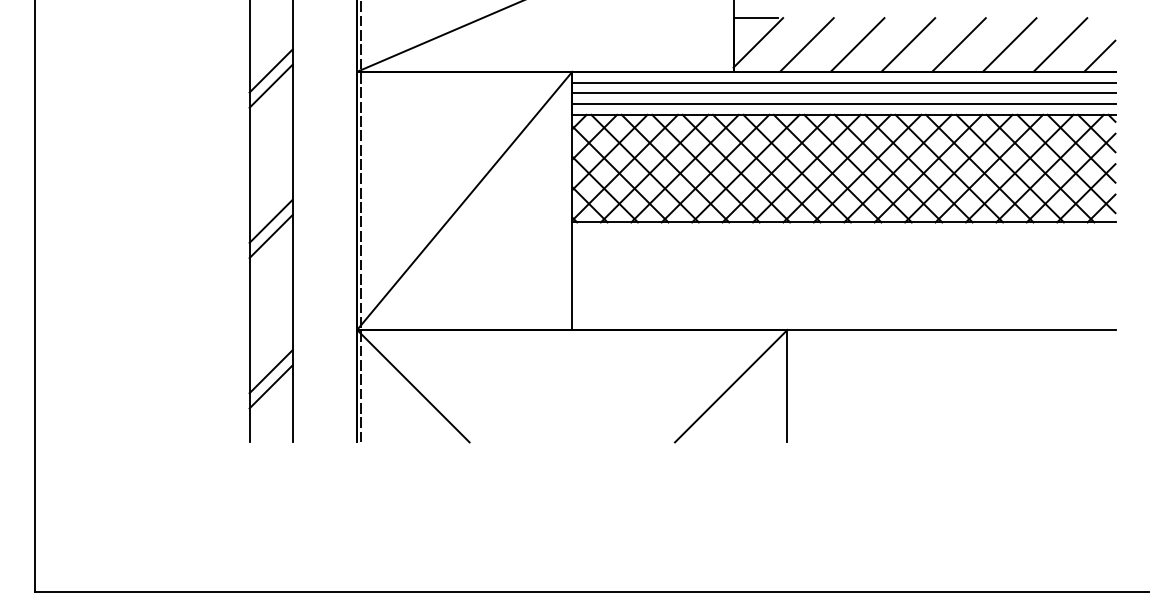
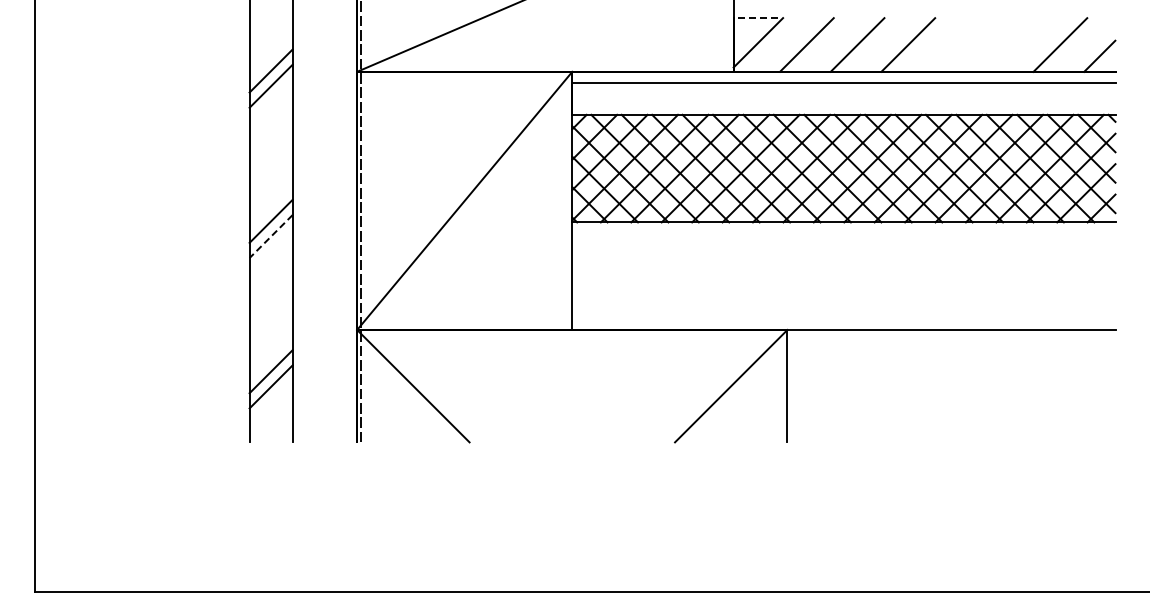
line at (755, 18): solid -> dashed
line at (958, 44): present -> none
line at (1009, 44): present -> none
line at (843, 93): present -> none
line at (843, 104): present -> none
line at (270, 236): solid -> dashed
